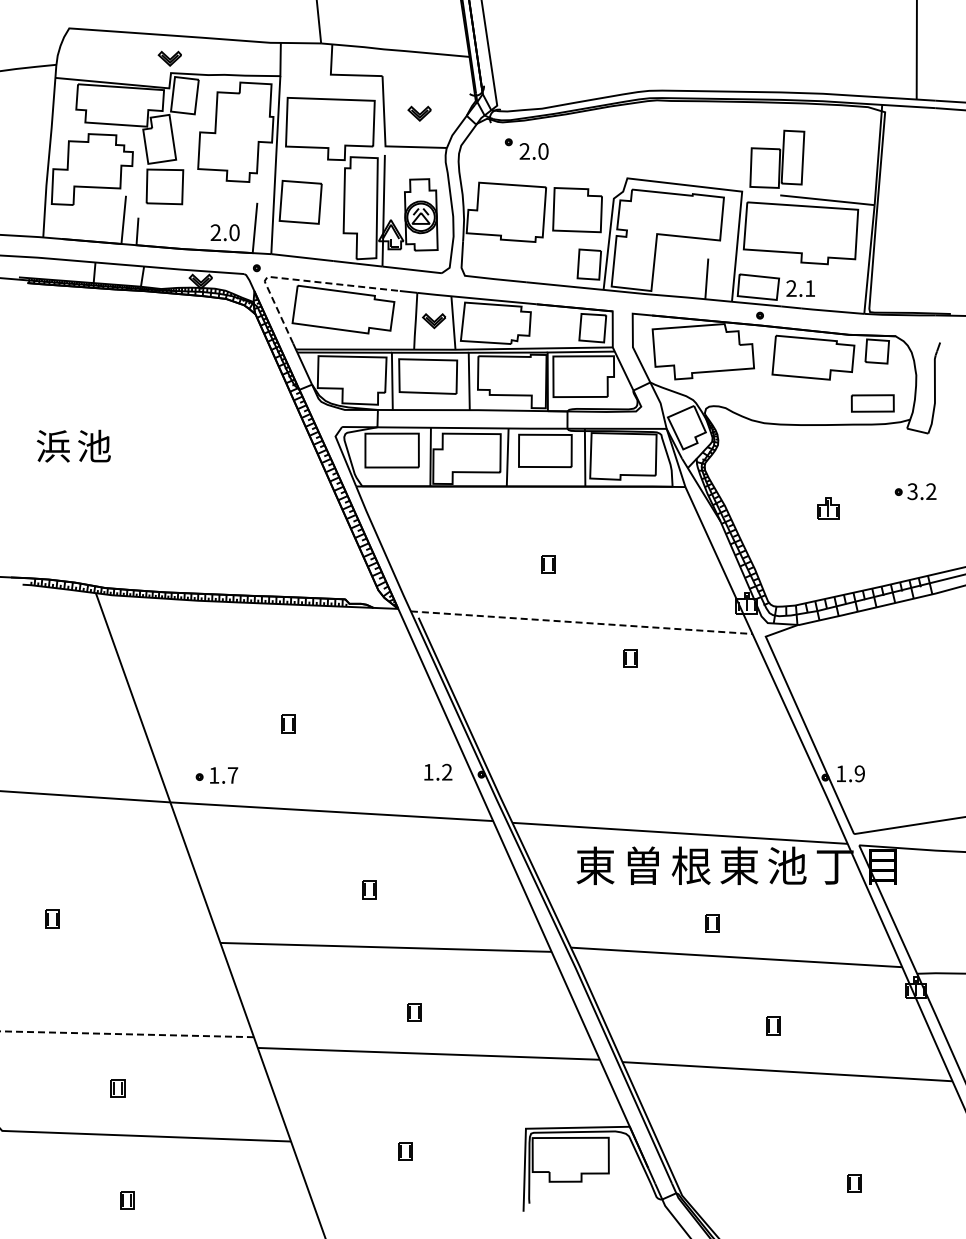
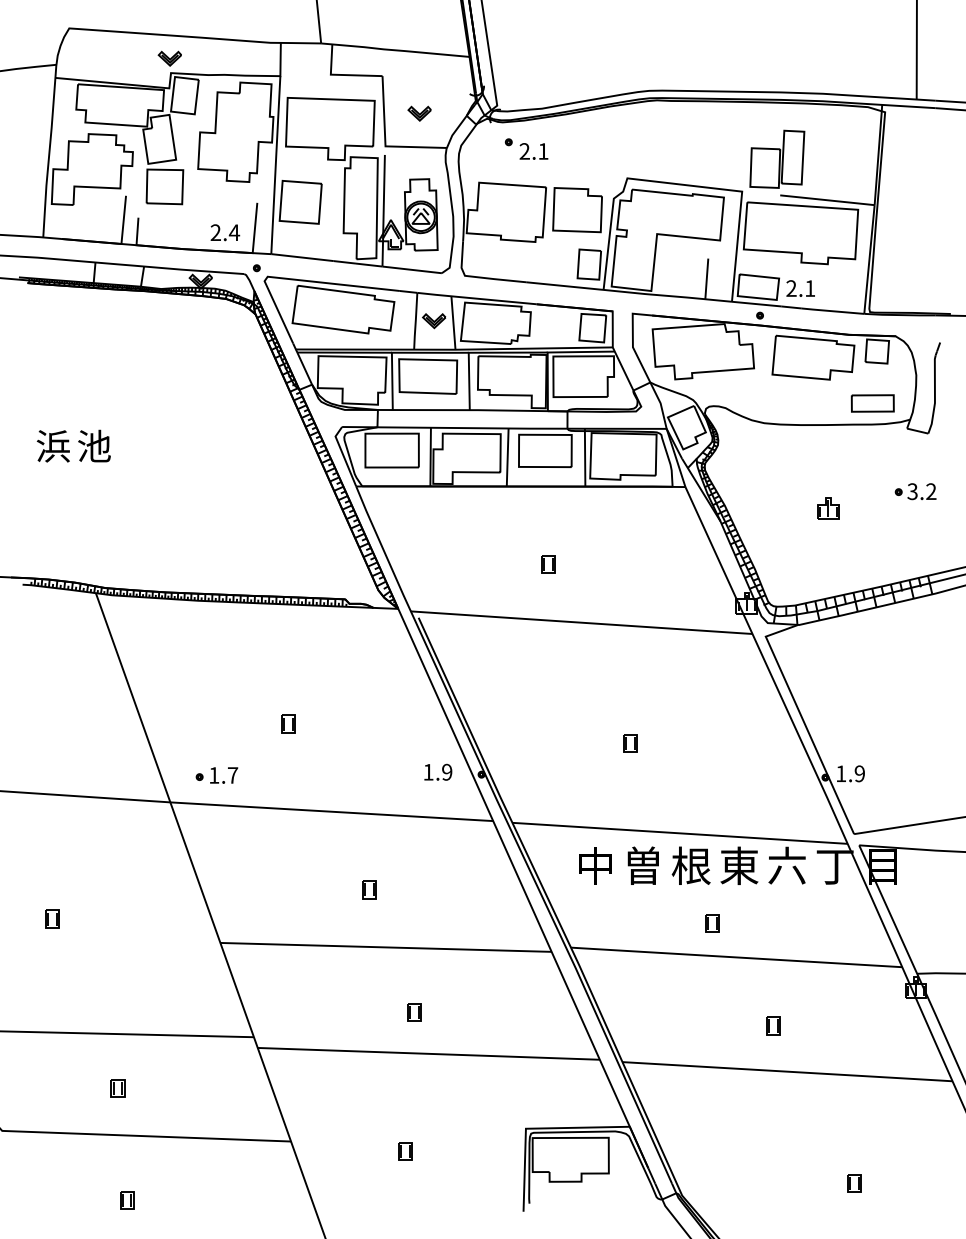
text at (543, 151): 2.0 -> 2.1
text at (234, 232): 2.0 -> 2.4
line at (295, 279): dashed -> solid
line at (581, 622): dashed -> solid
part at (630, 658) position: (630, 658) -> (630, 743)
text at (447, 772): 1.2 -> 1.9
text at (595, 865): 東 -> 中
text at (787, 865): 池 -> 六
line at (127, 1034): dashed -> solid
